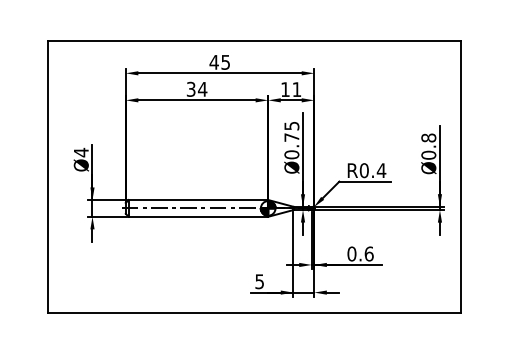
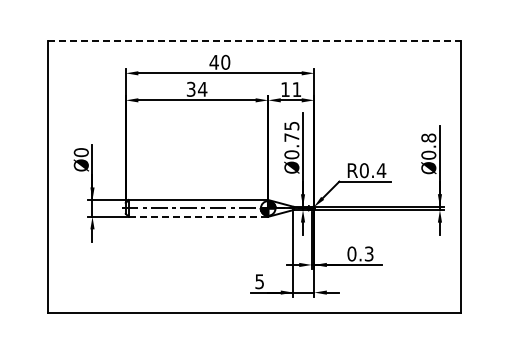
line at (254, 40): solid -> dashed
text at (225, 61): 45 -> 40
text at (80, 152): Ø4 -> Ø0
line at (198, 216): solid -> dashed
text at (368, 253): 0.6 -> 0.3
